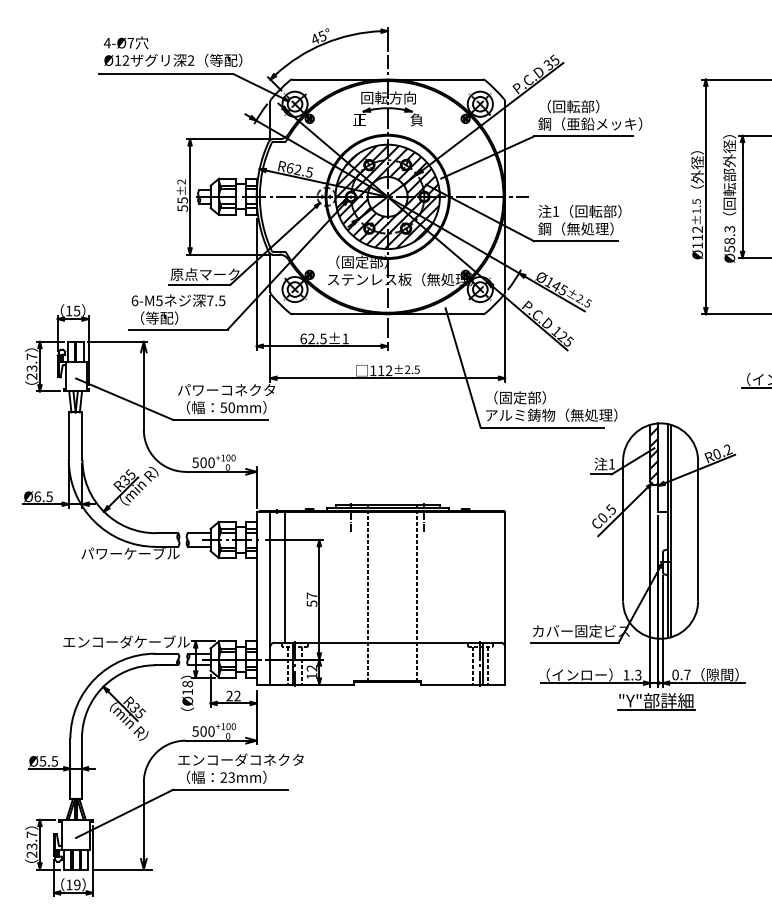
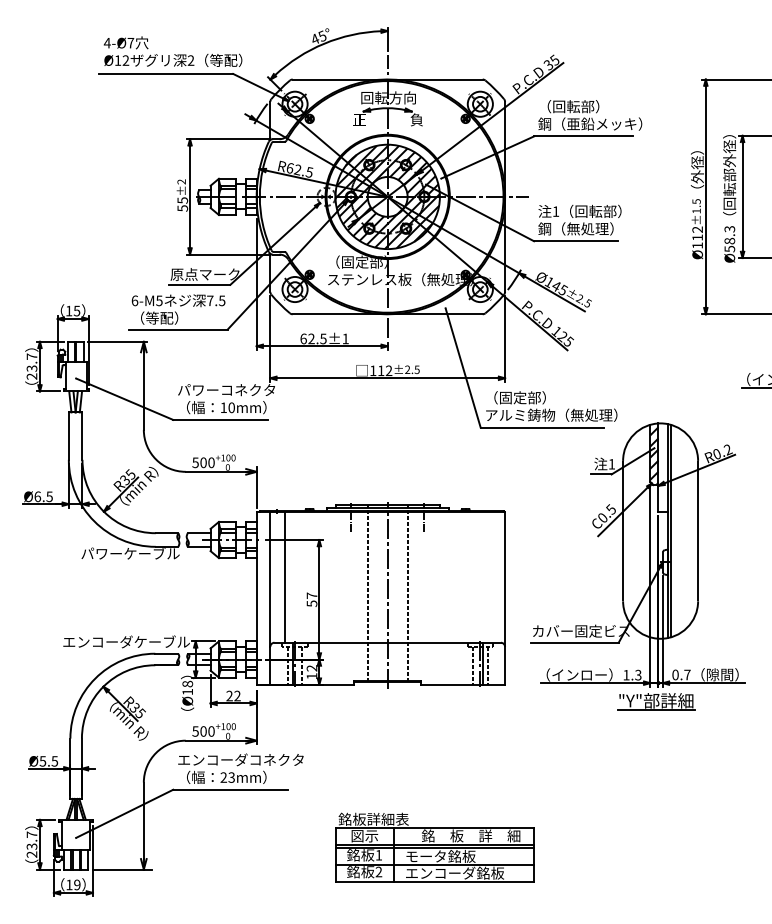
text at (223, 407): 50mm -> 10mm
line at (416, 592) position: (416, 592) -> (407, 592)
line at (387, 595): none -> present
part at (434, 847): none -> present
